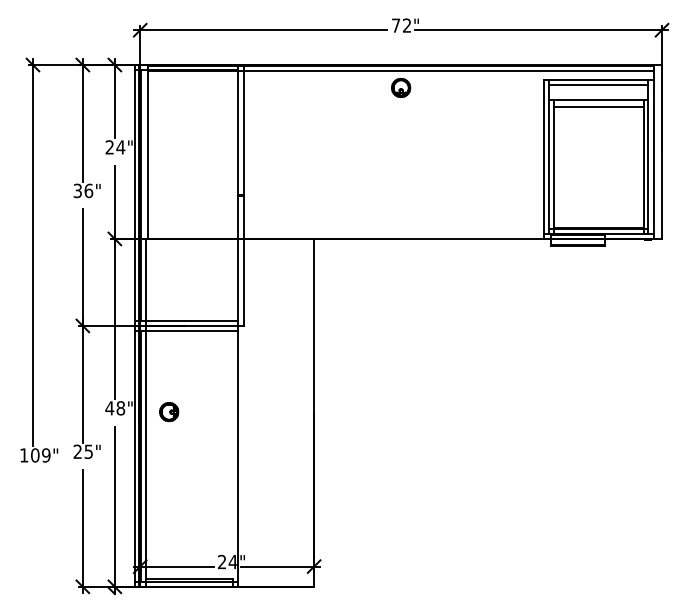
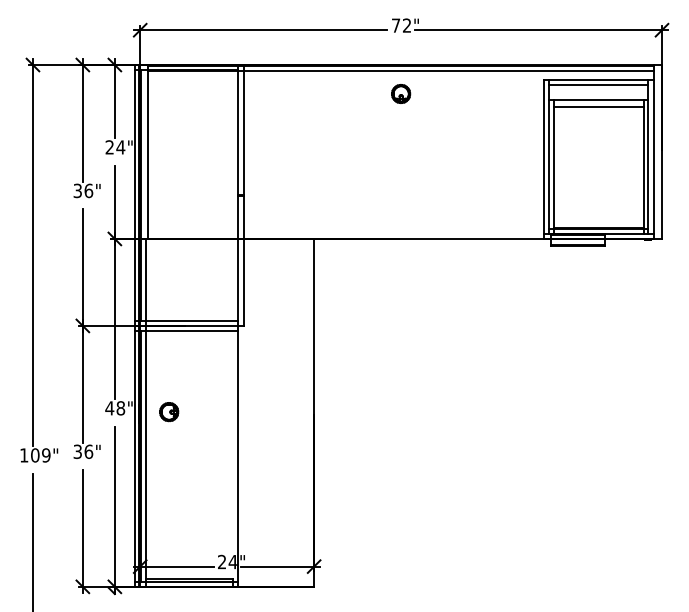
part at (401, 87) position: (401, 87) -> (401, 93)
text at (83, 451): 25" -> 36"
line at (32, 540): none -> present
